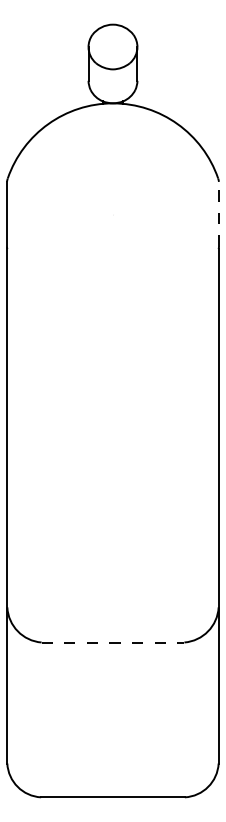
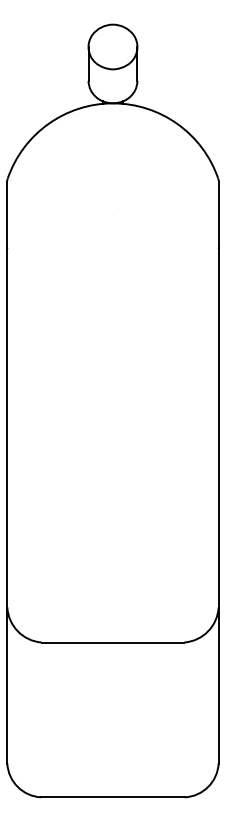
line at (218, 213): dashed -> solid
line at (113, 642): dashed -> solid
